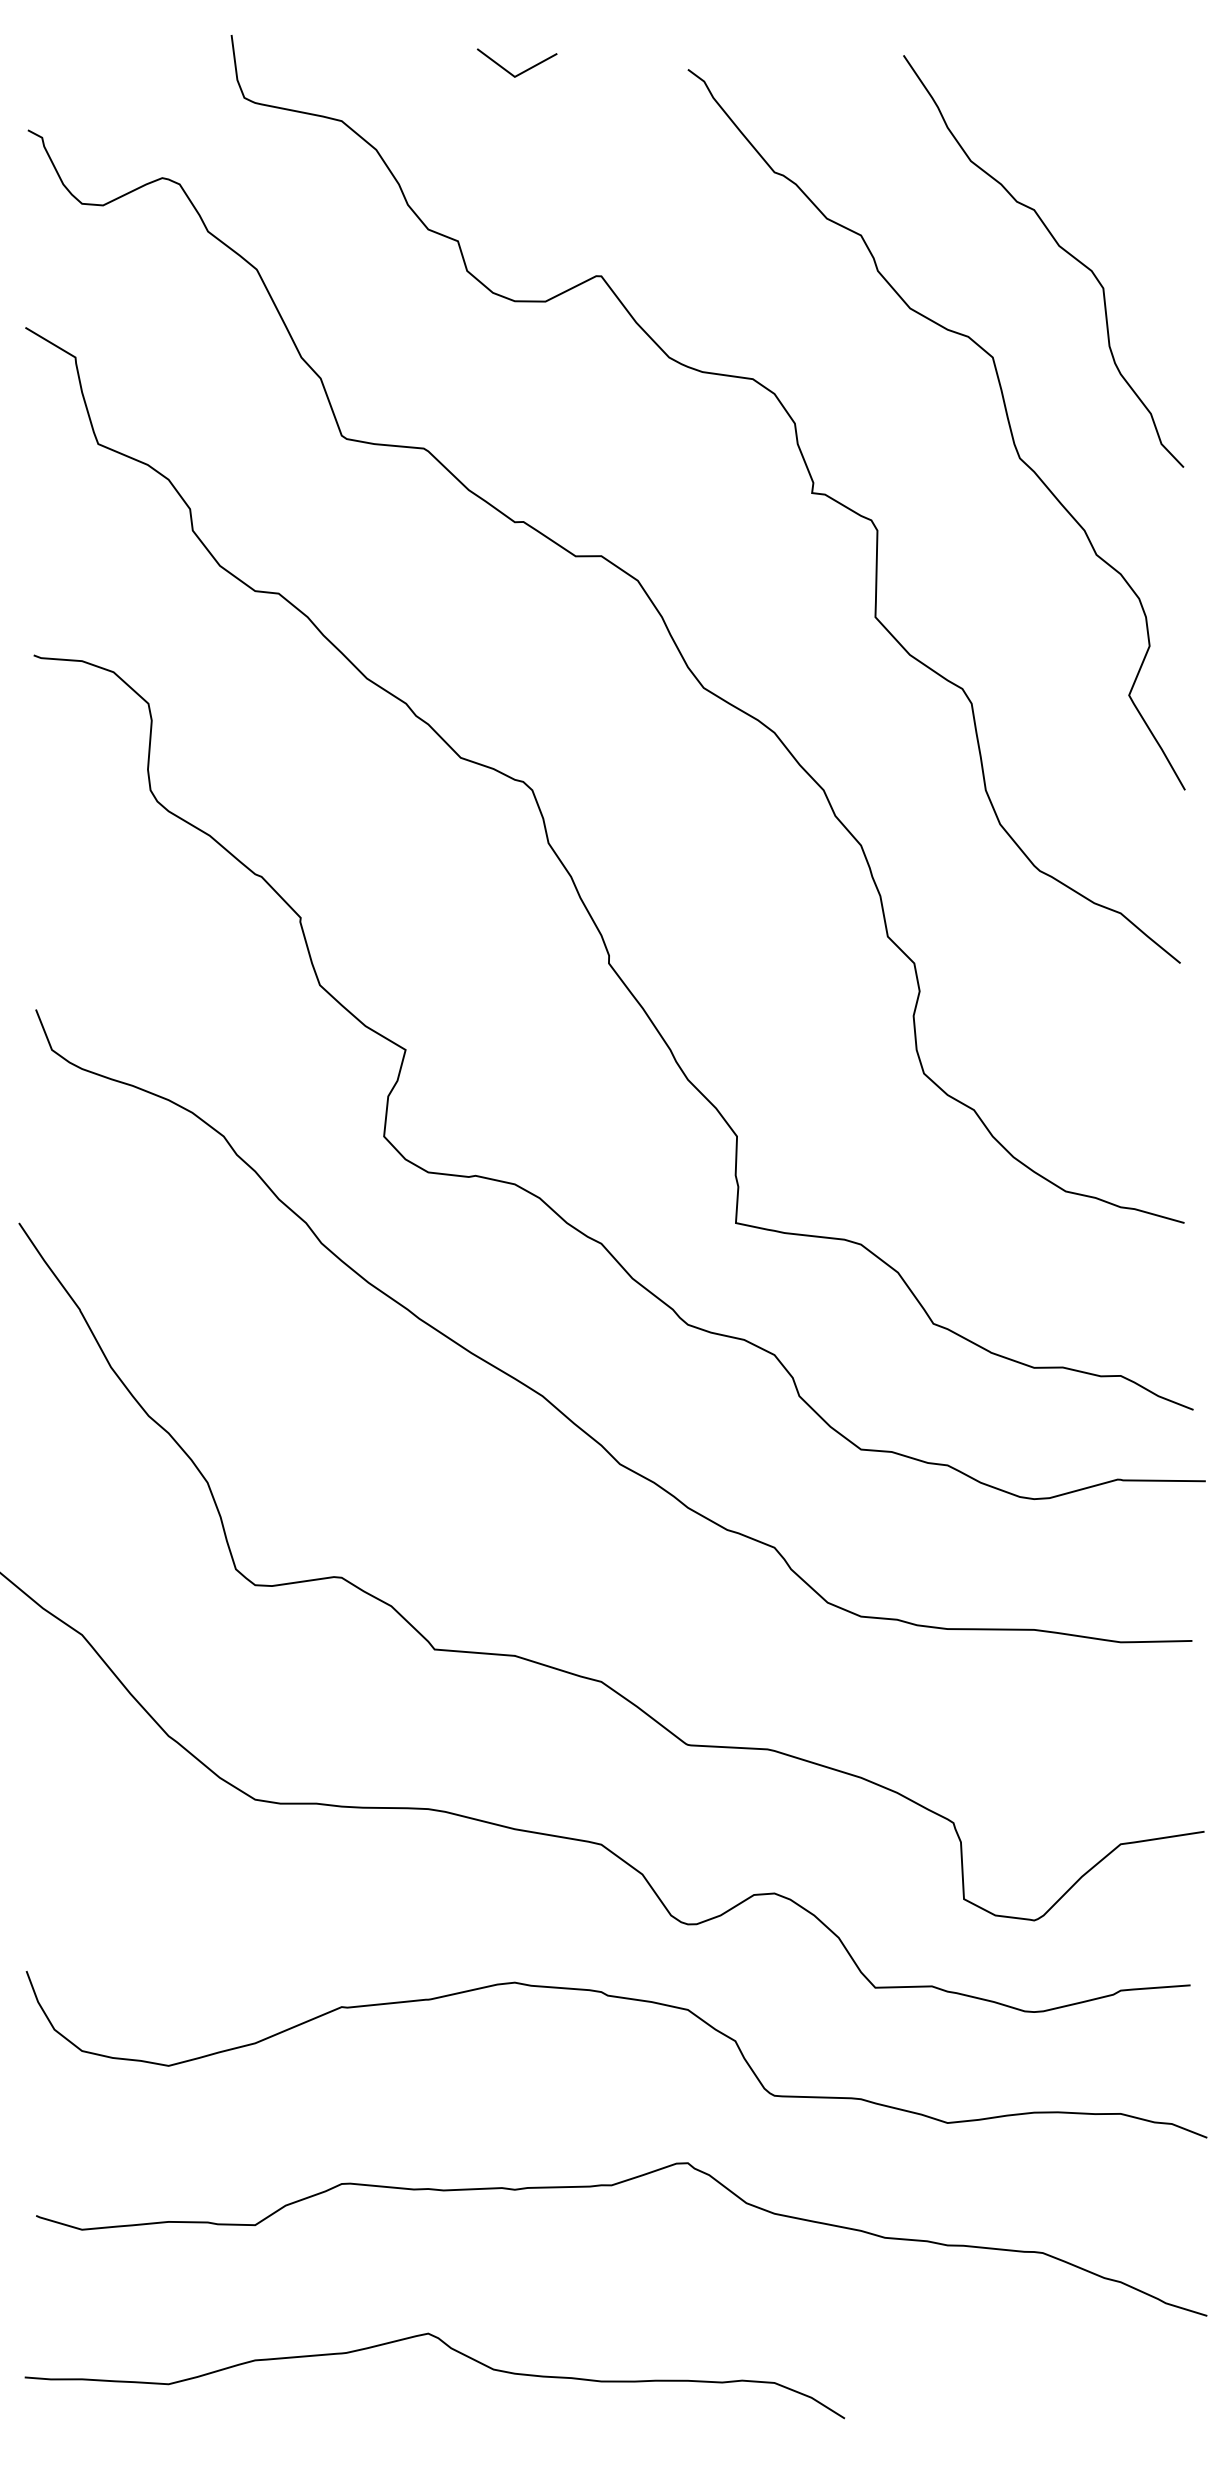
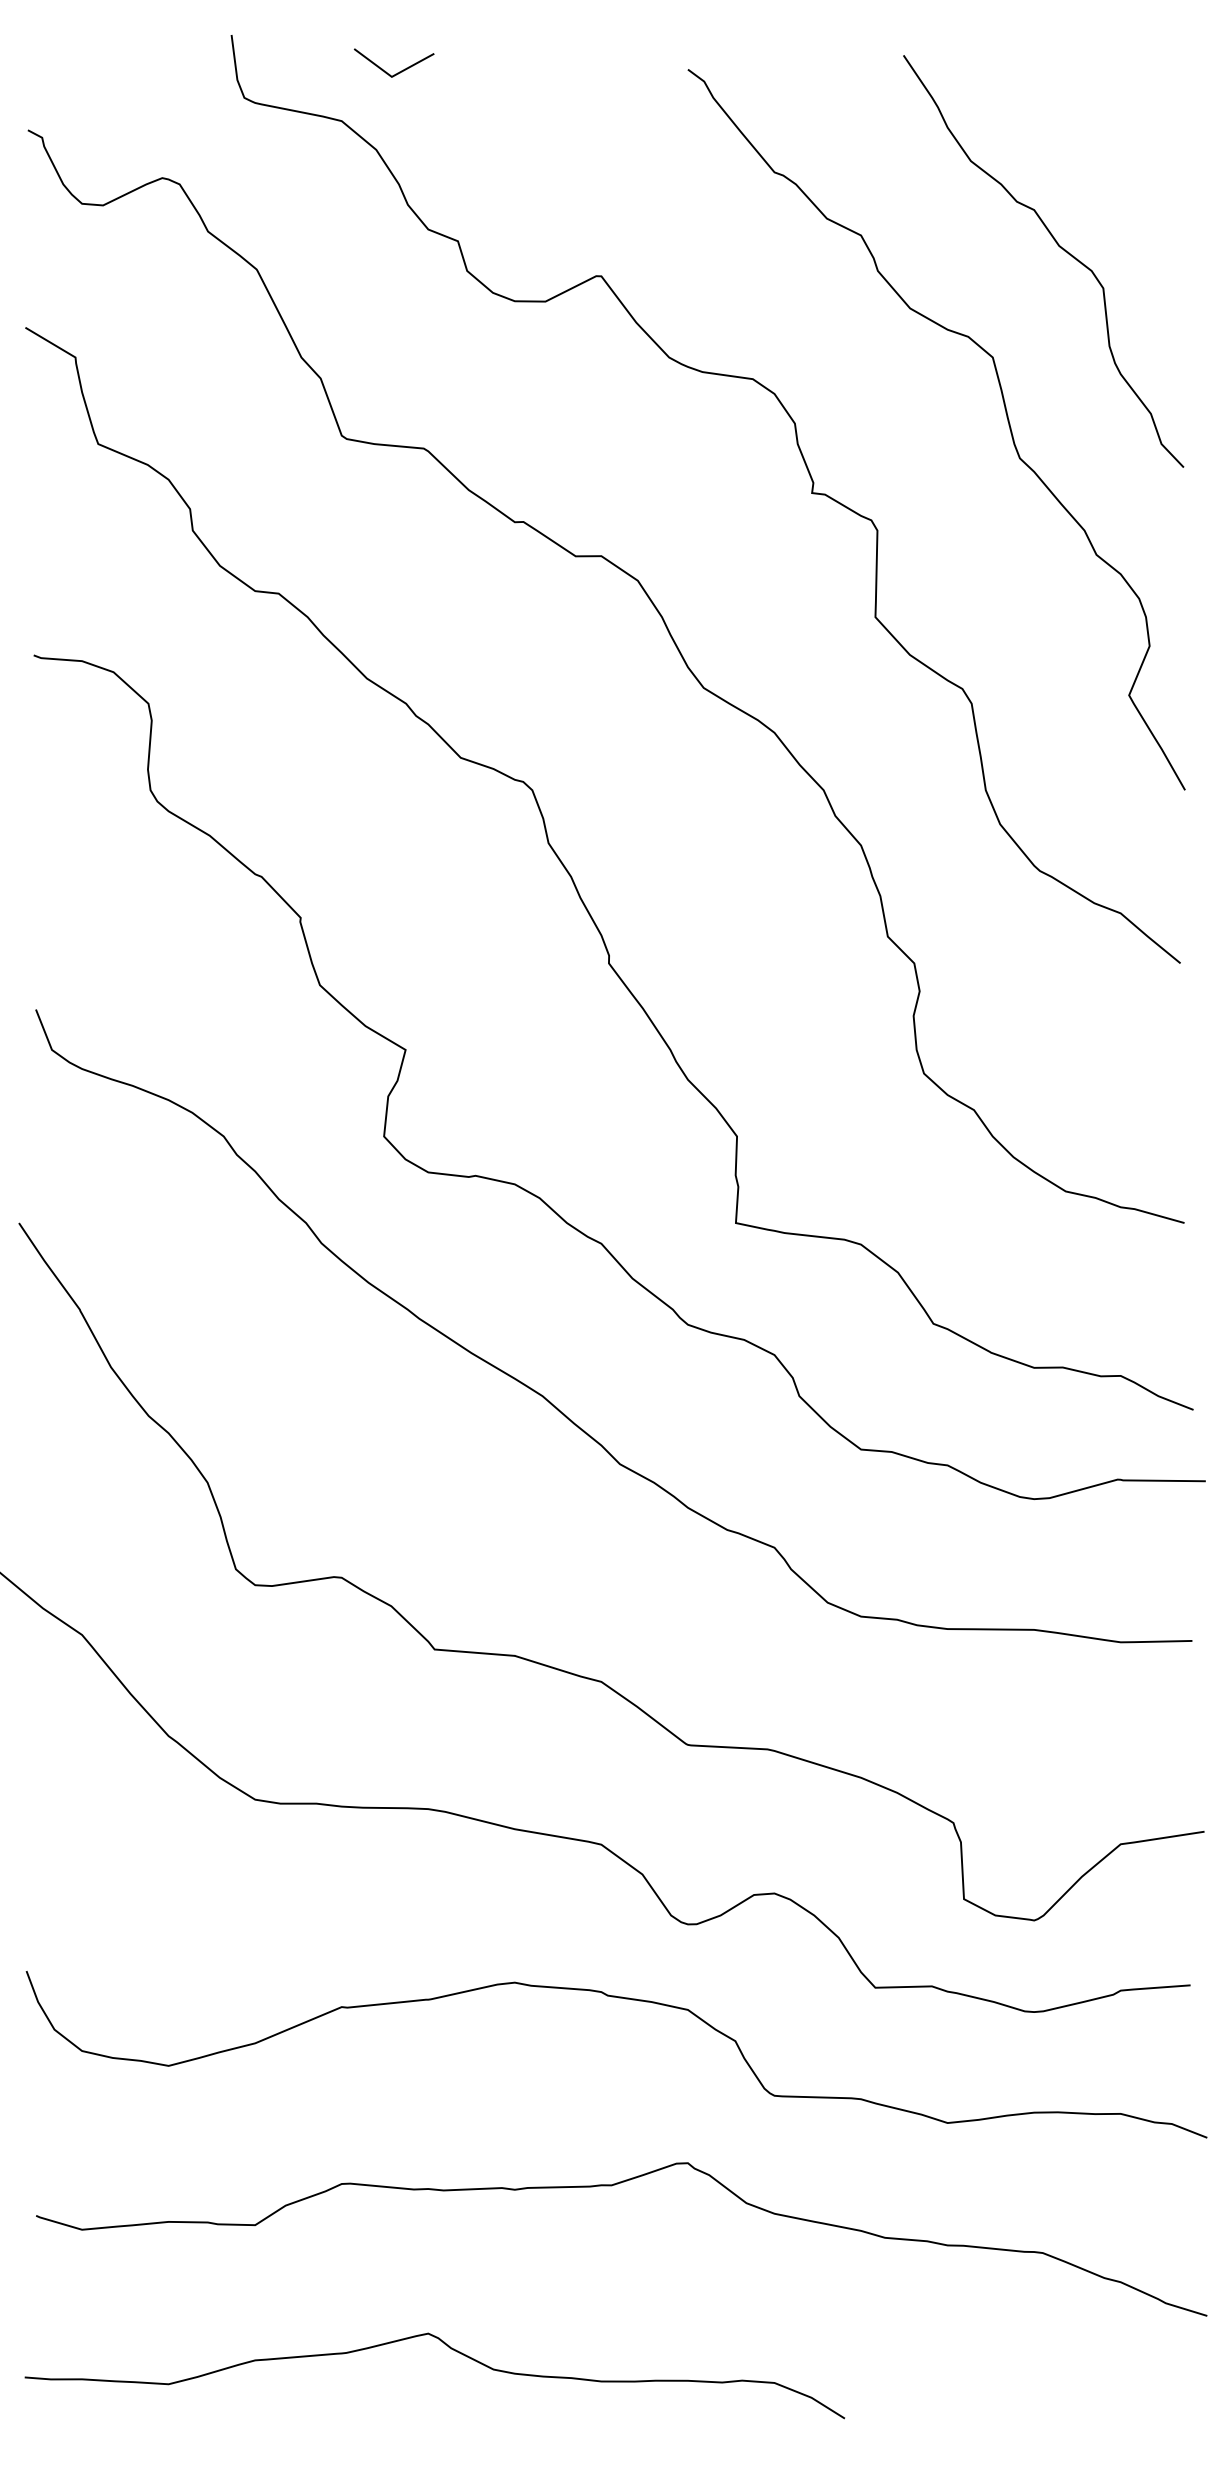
line at (522, 71) position: (522, 71) -> (399, 71)
